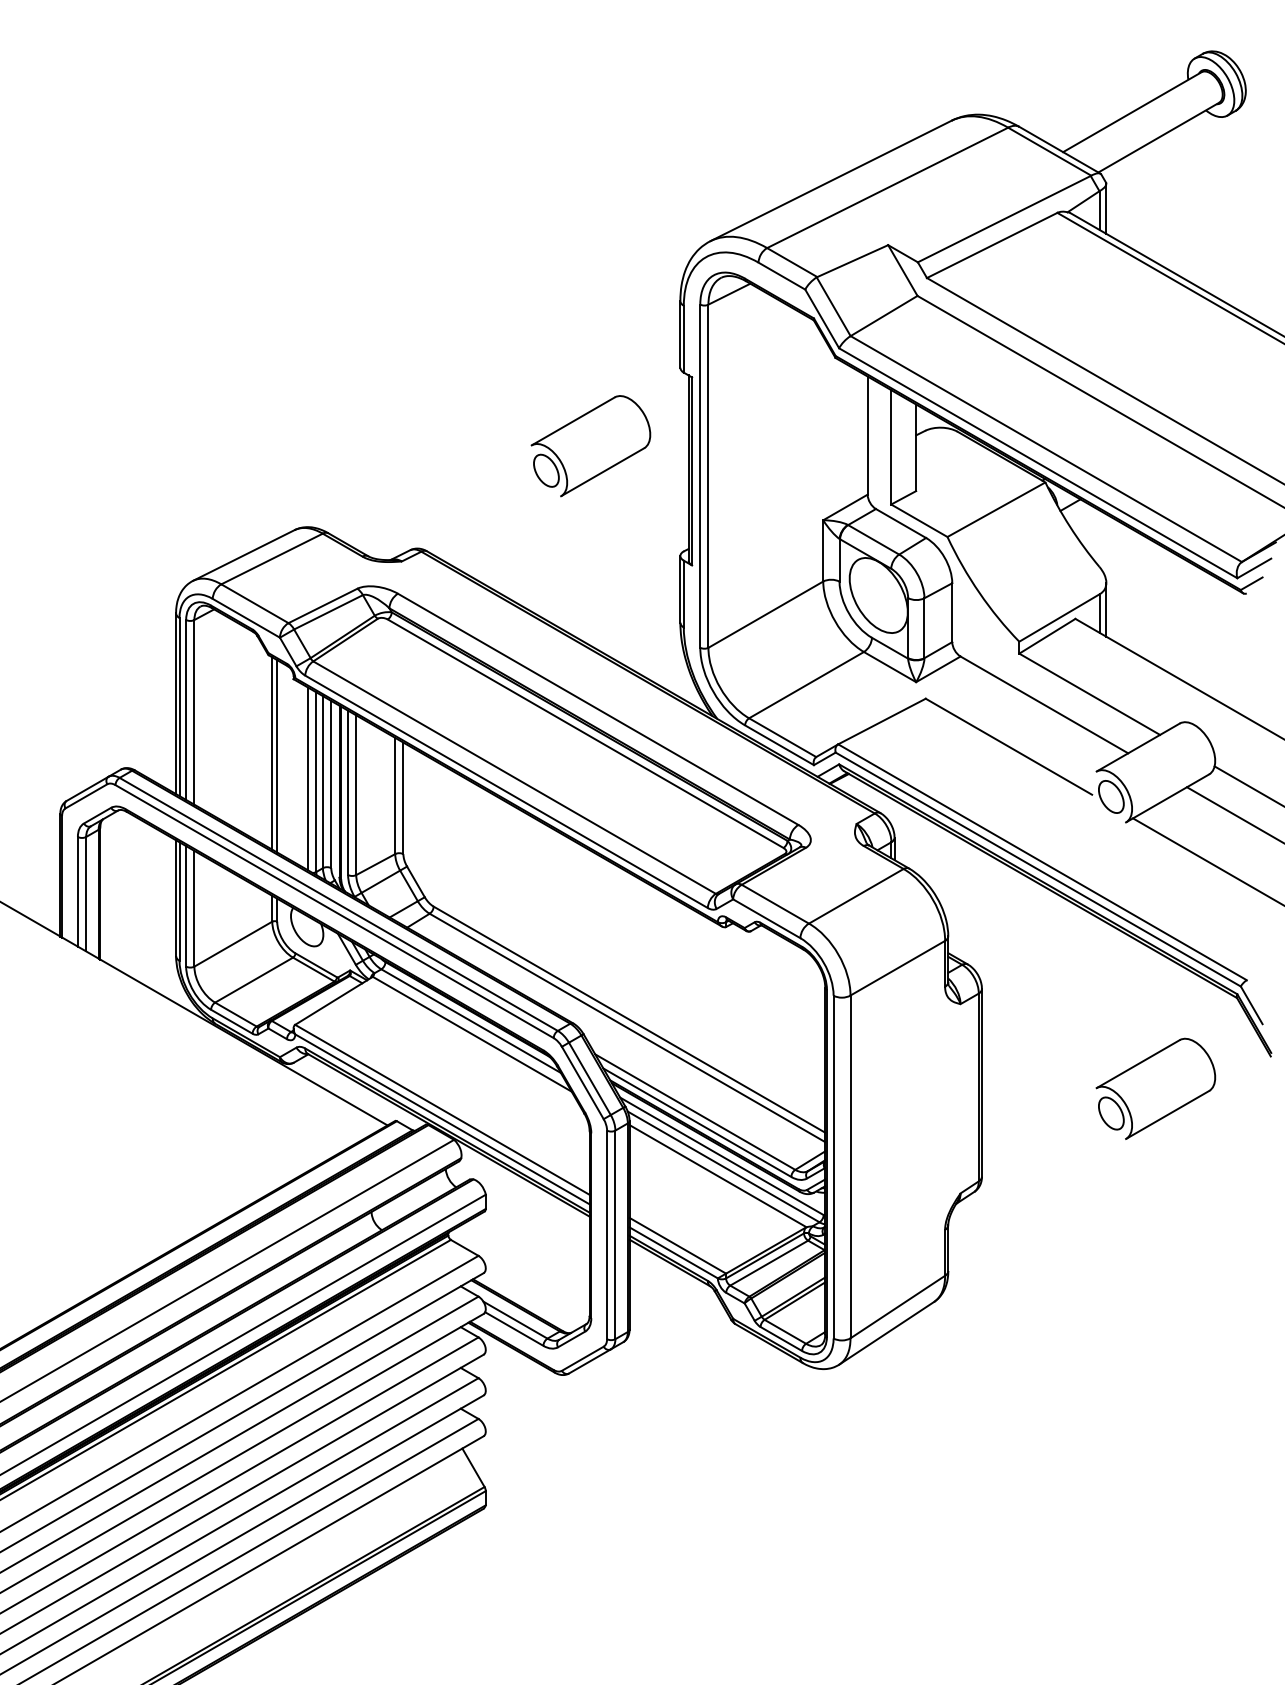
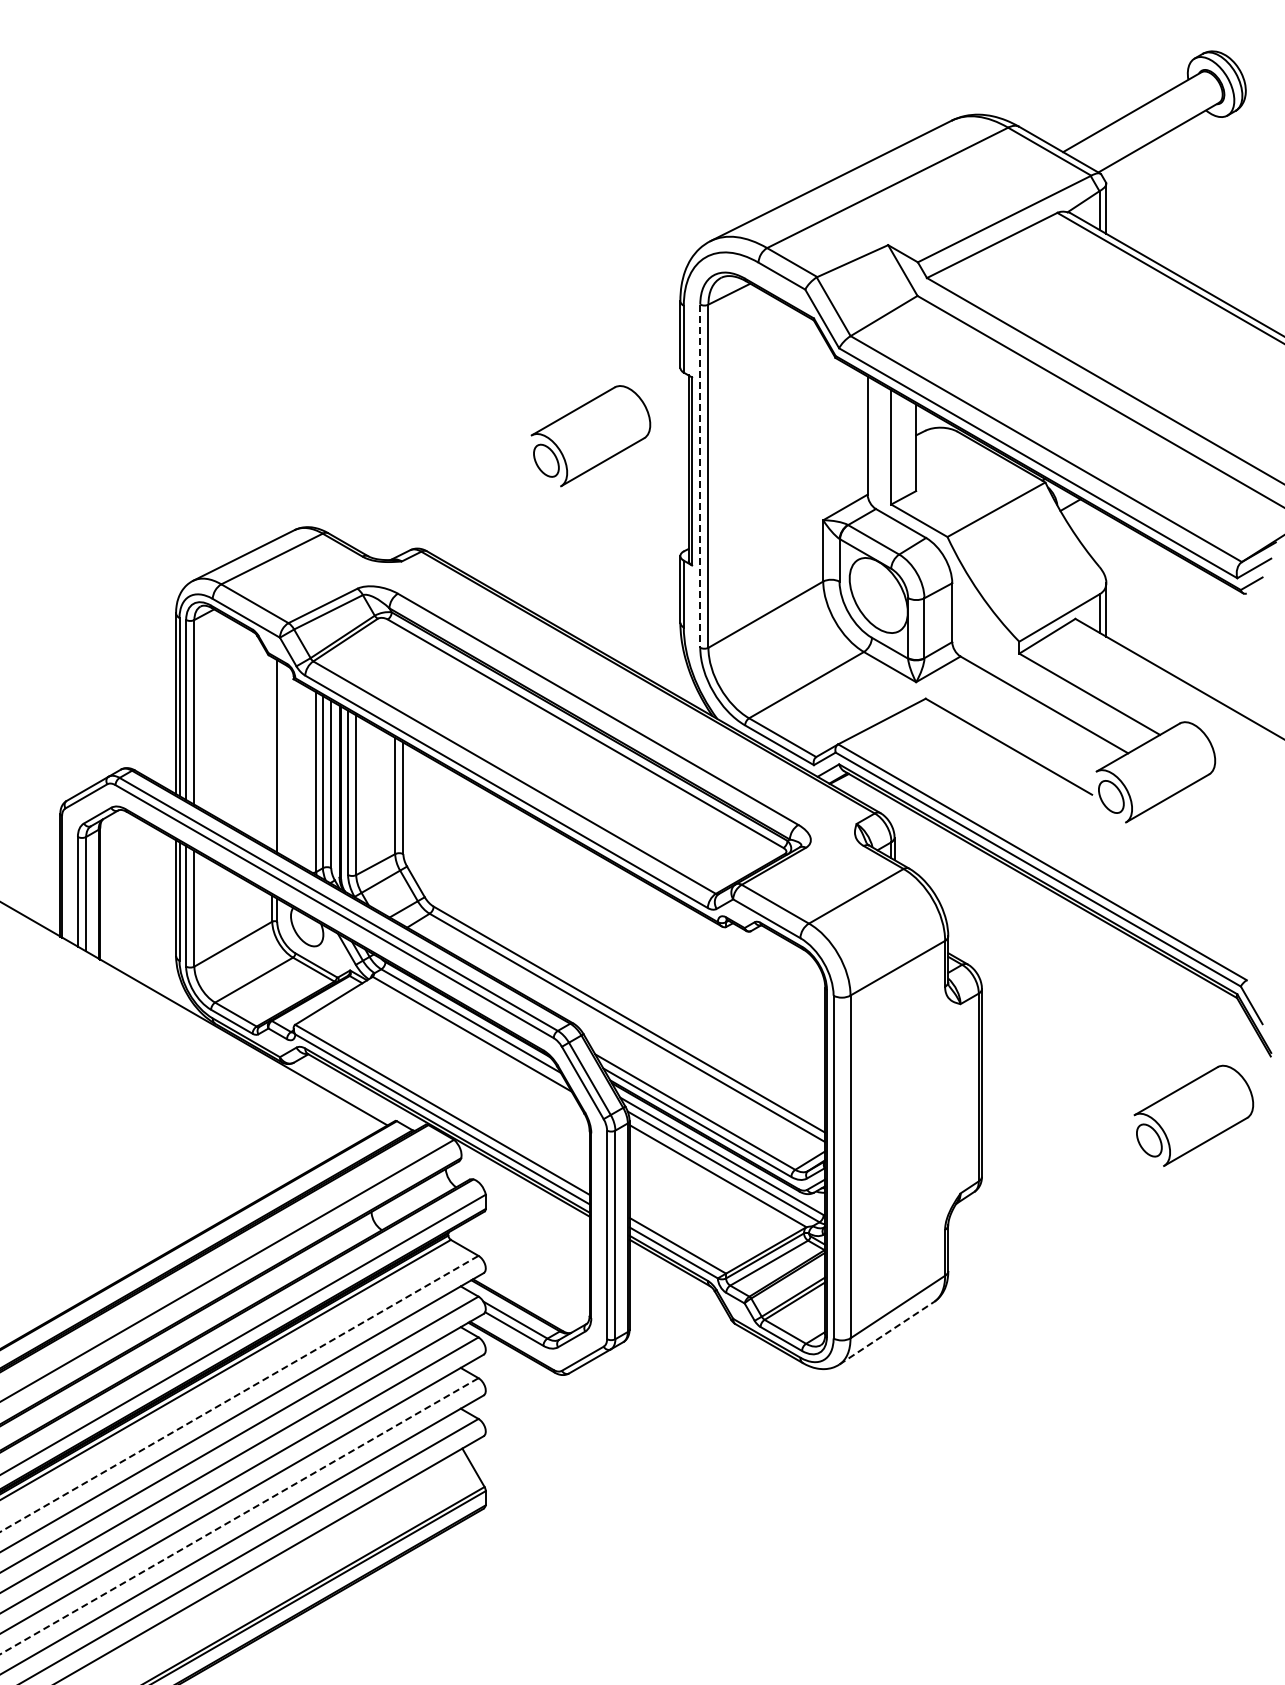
part at (590, 446) position: (590, 446) -> (590, 436)
line at (700, 476): solid -> dashed
line at (272, 753): present -> none
line at (308, 778): present -> none
line at (1247, 785): present -> none
line at (1233, 814): present -> none
line at (1207, 861): present -> none
part at (1155, 1088) position: (1155, 1088) -> (1193, 1115)
line at (886, 1333): solid -> dashed
line at (239, 1393): solid -> dashed
line at (239, 1516): solid -> dashed
